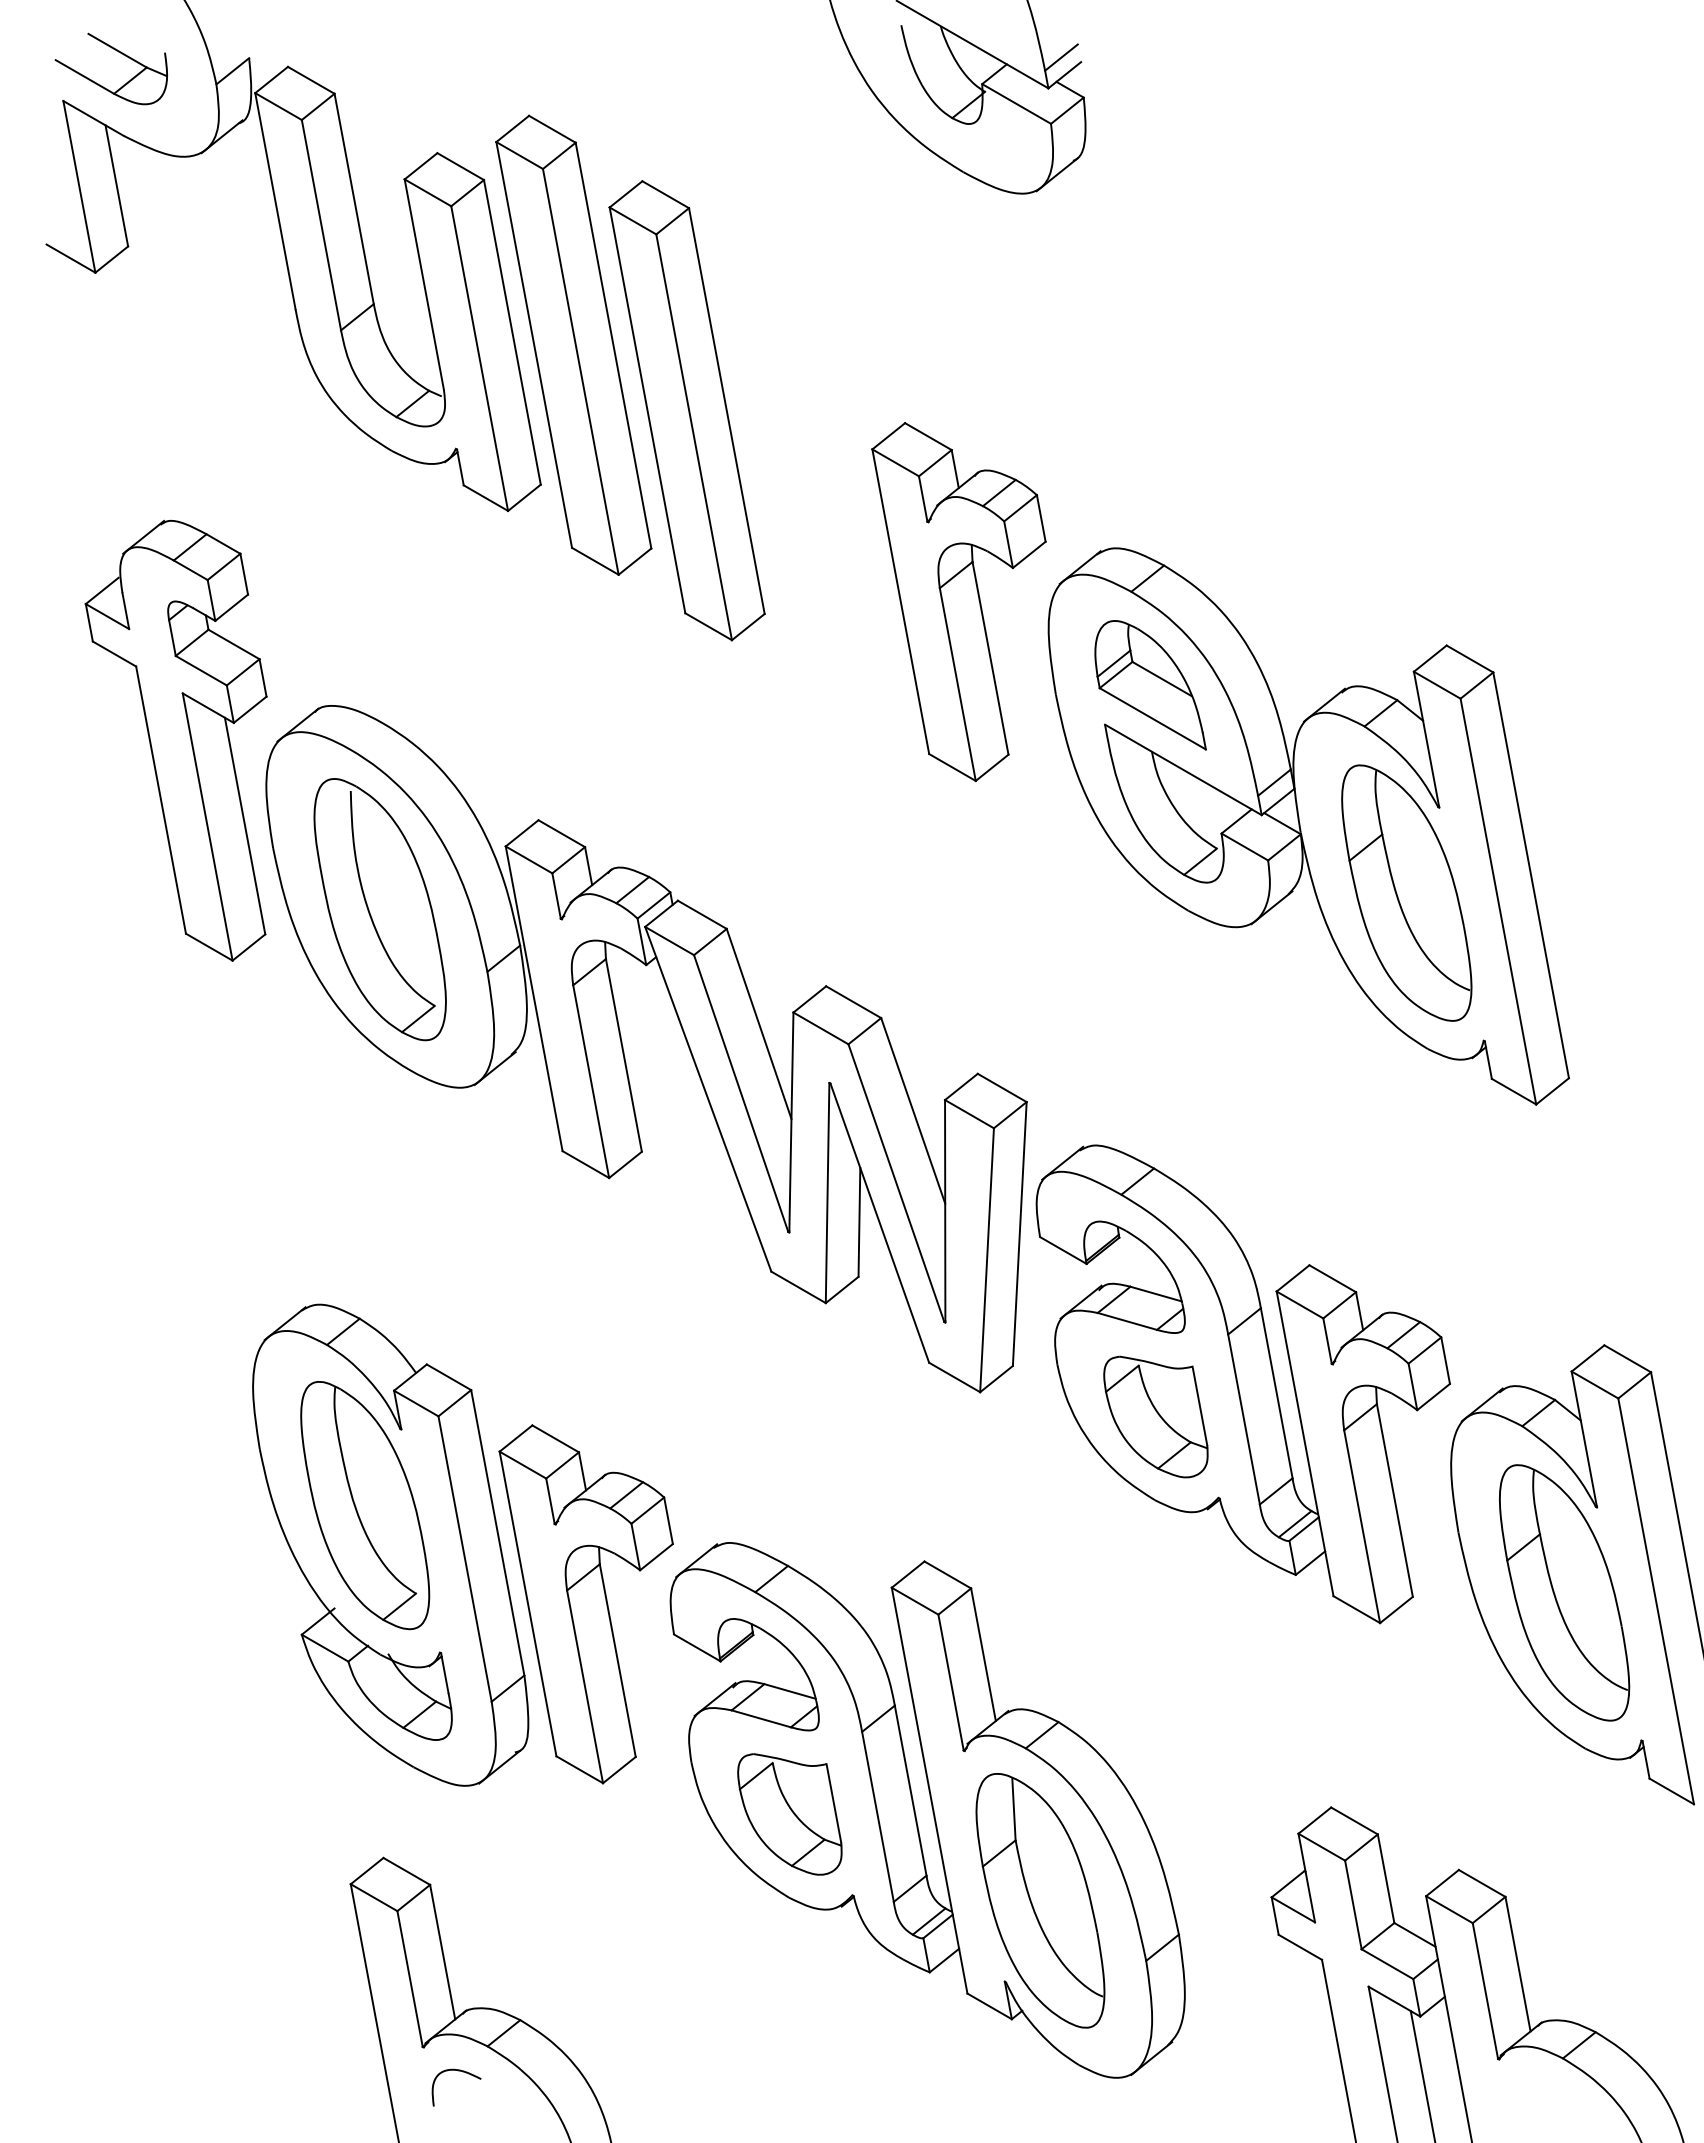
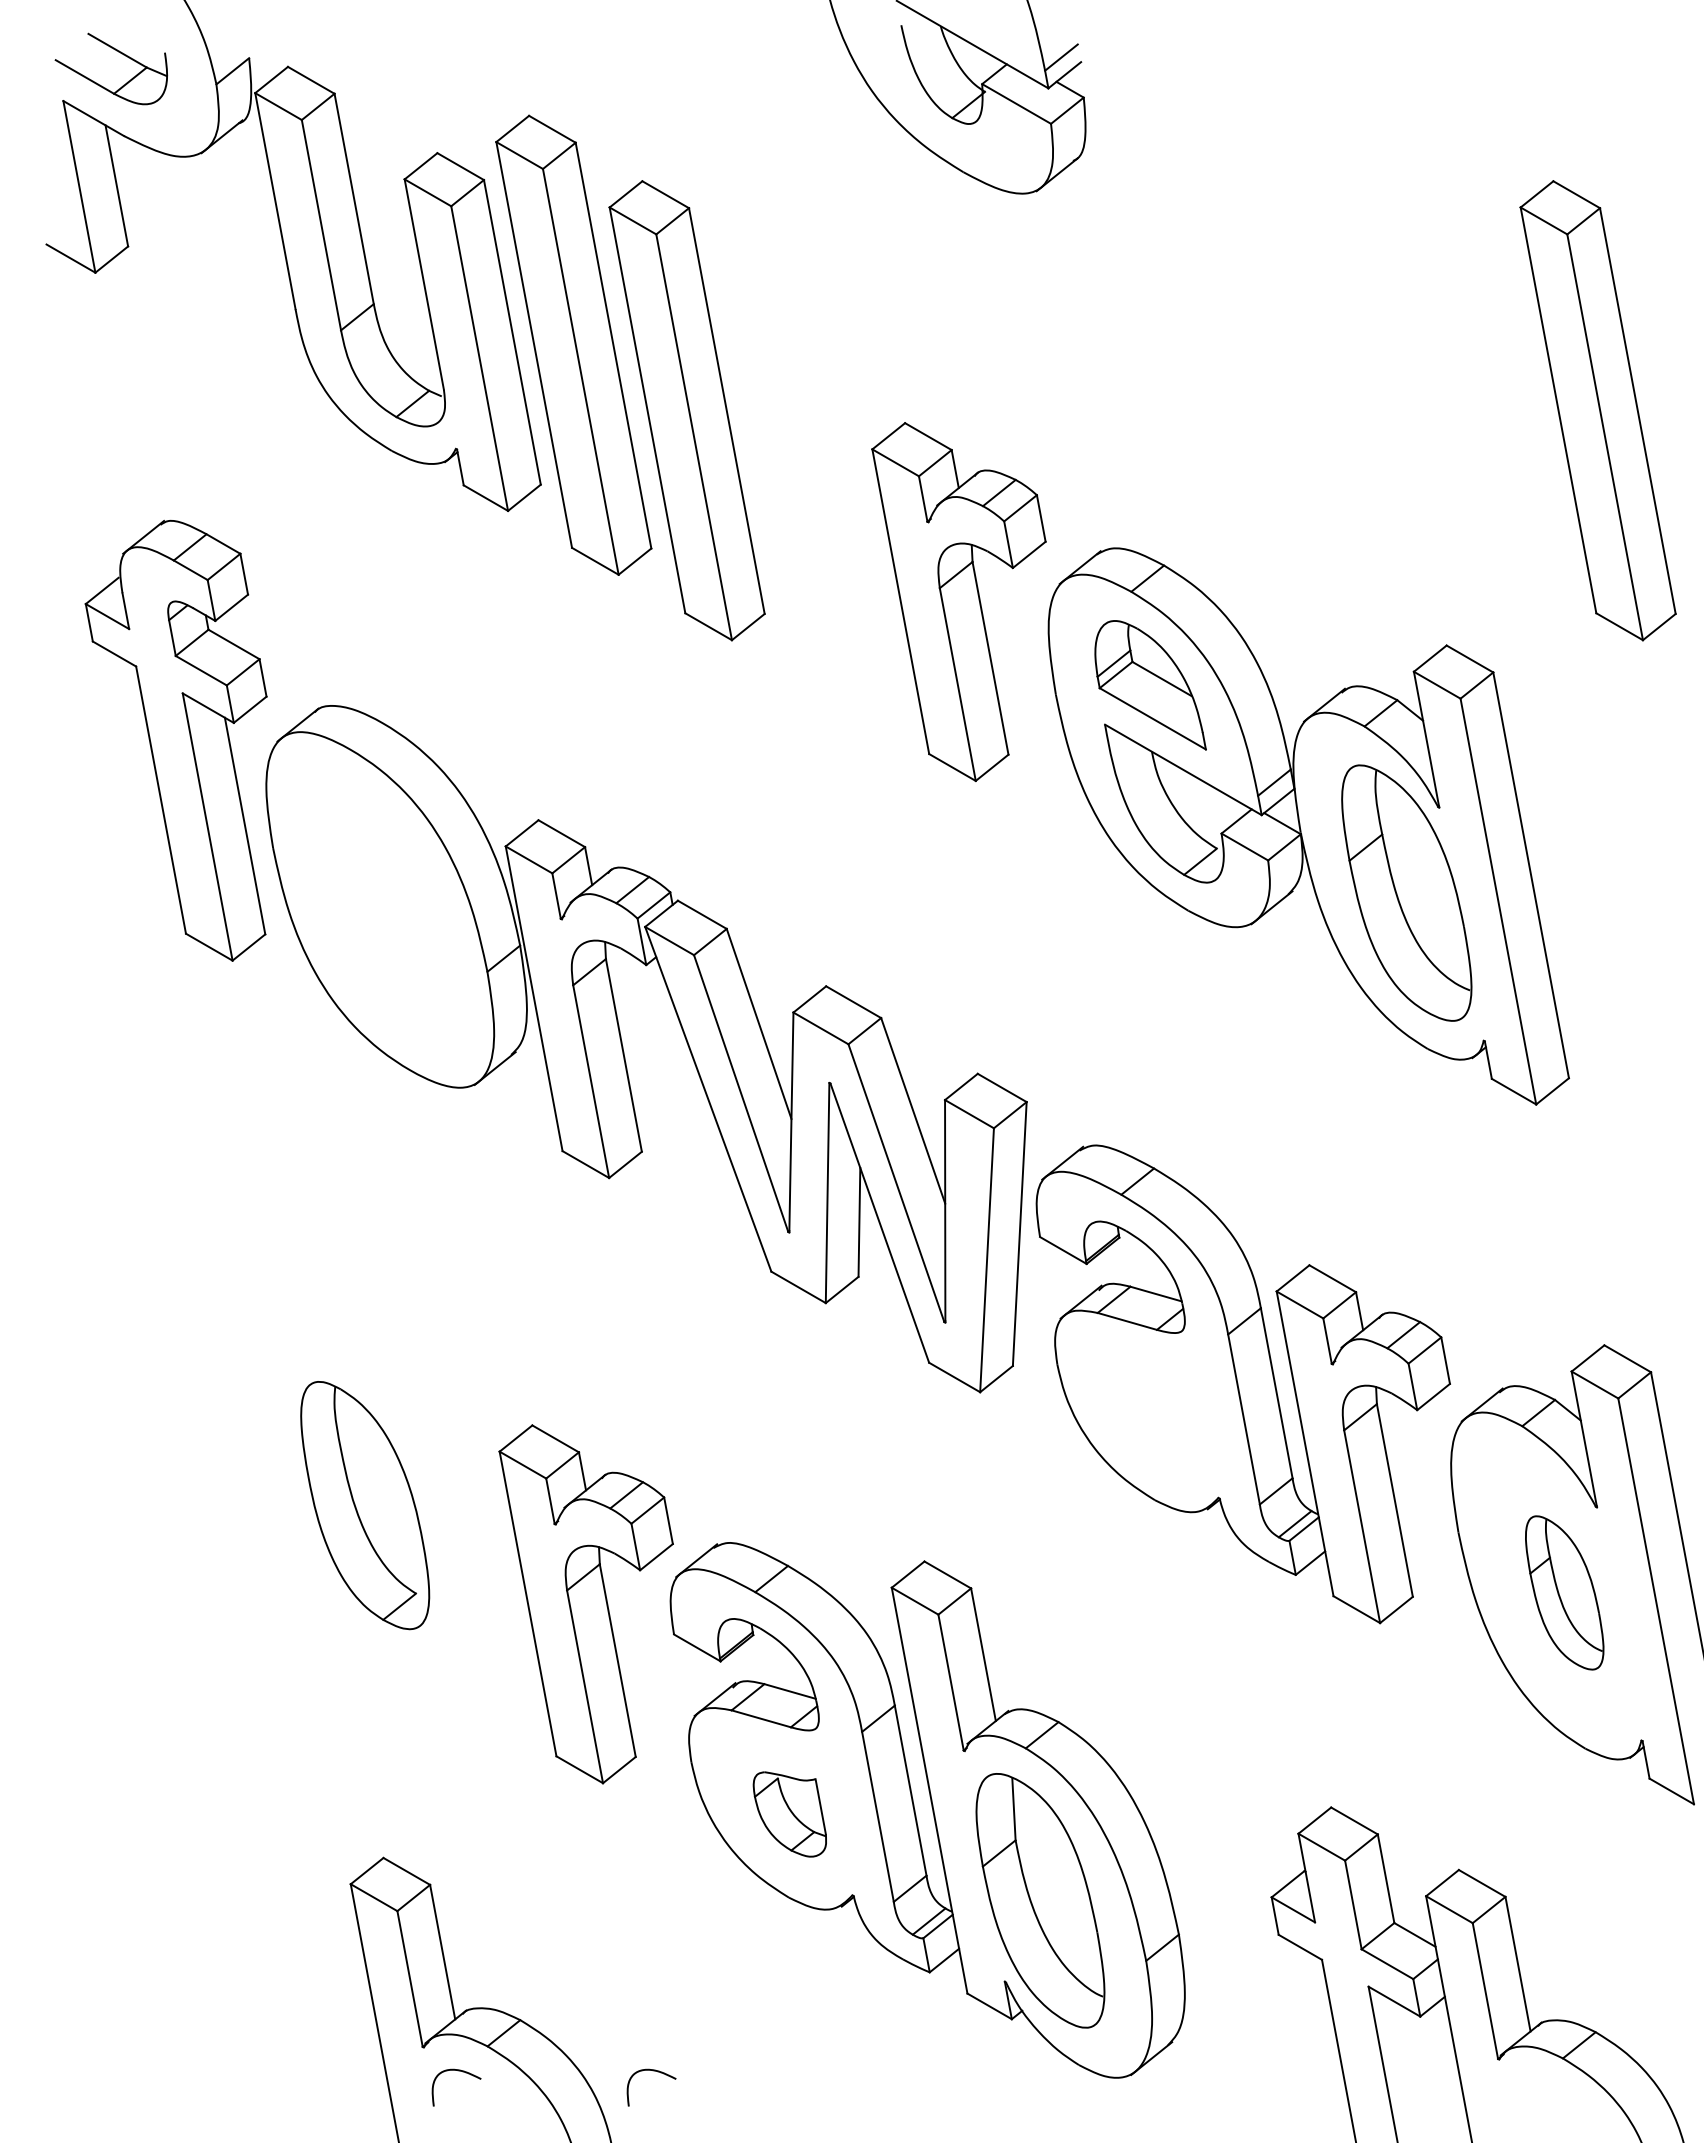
part at (1597, 410): none -> present
part at (379, 909): present -> none
part at (1155, 1416): present -> none
part at (390, 1544): present -> none
part at (1564, 1592) size: 132x258 px -> 80x156 px
part at (789, 1814) size: 106x123 px -> 75x87 px
curve at (653, 2071): none -> present
line at (1422, 2075): present -> none
